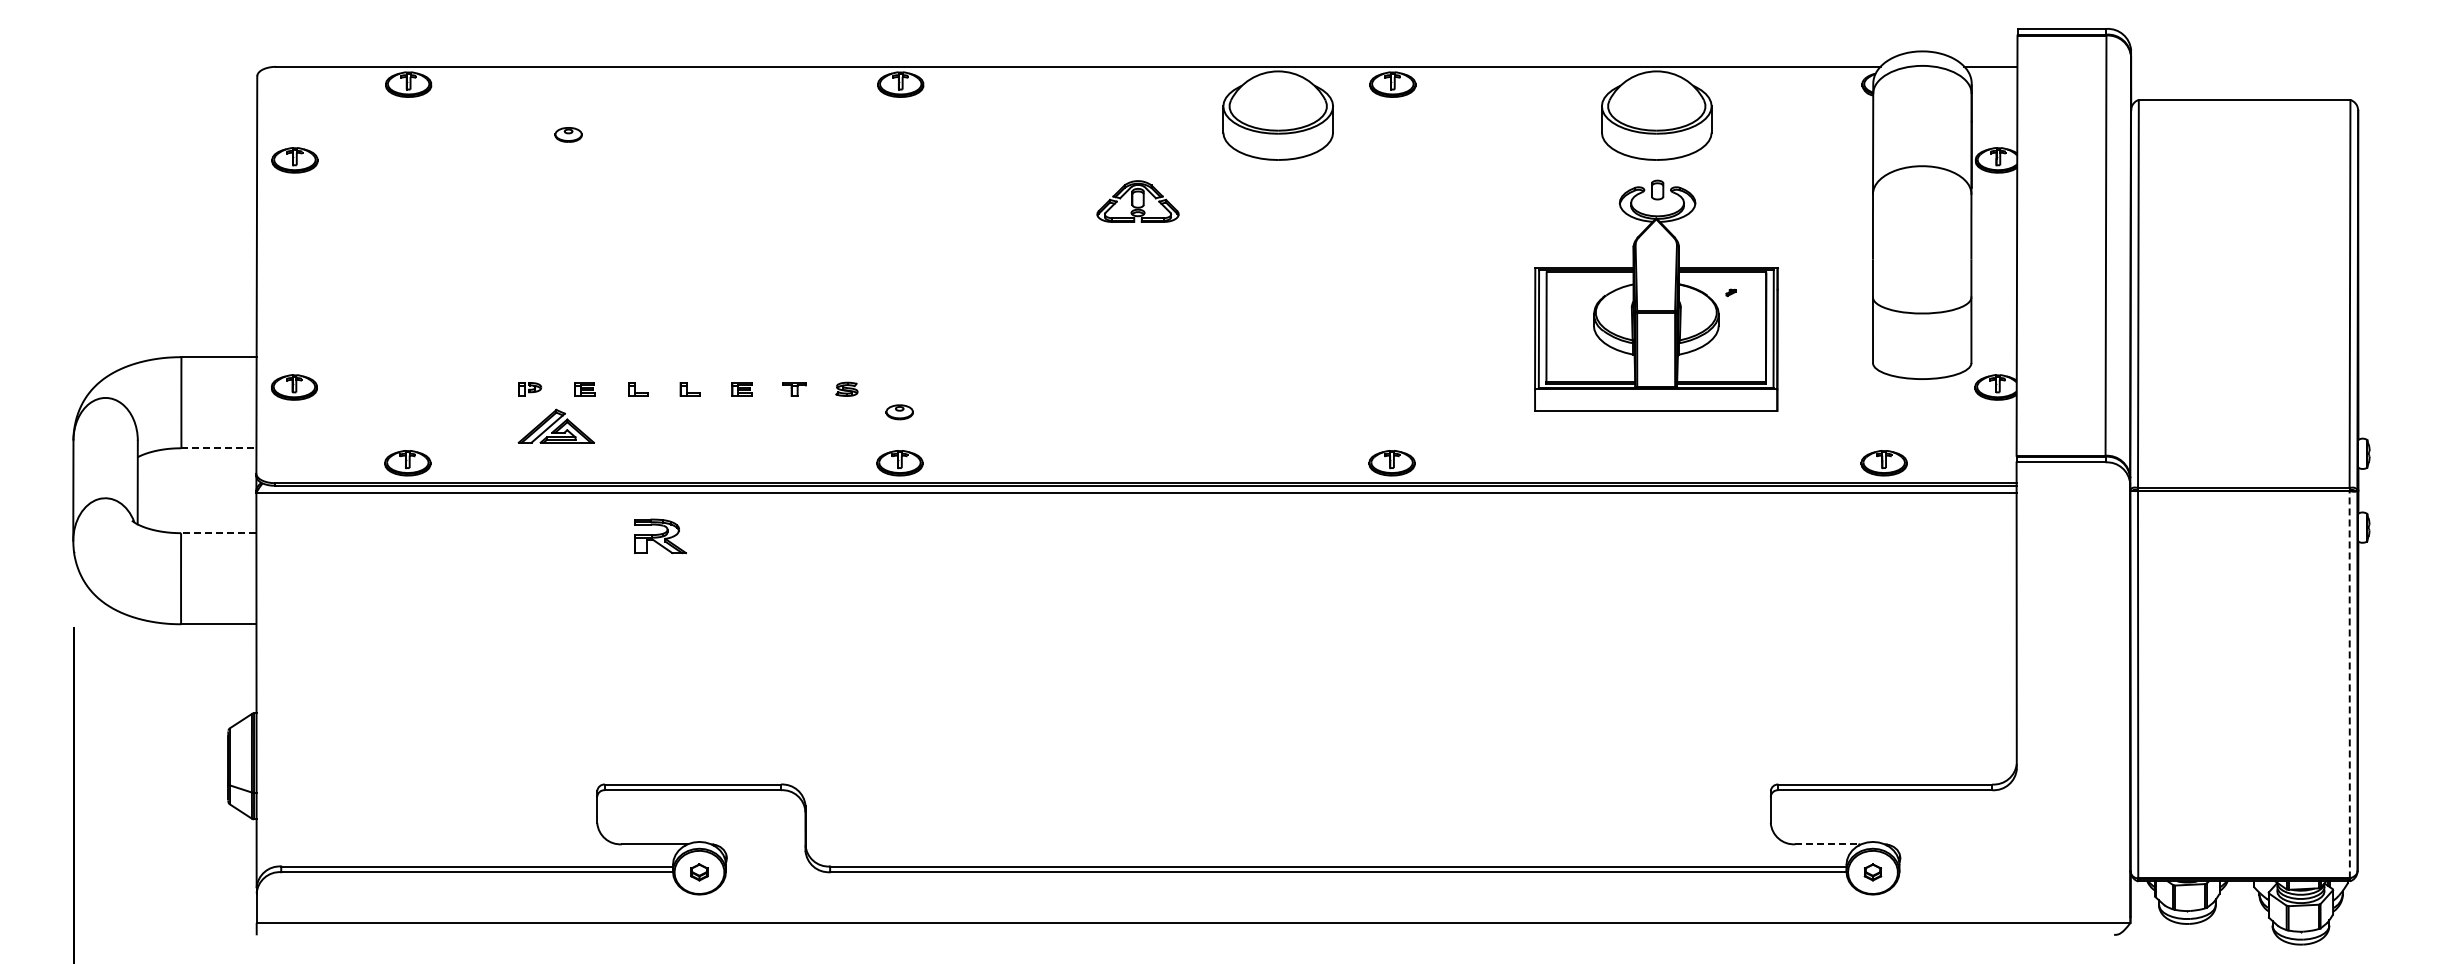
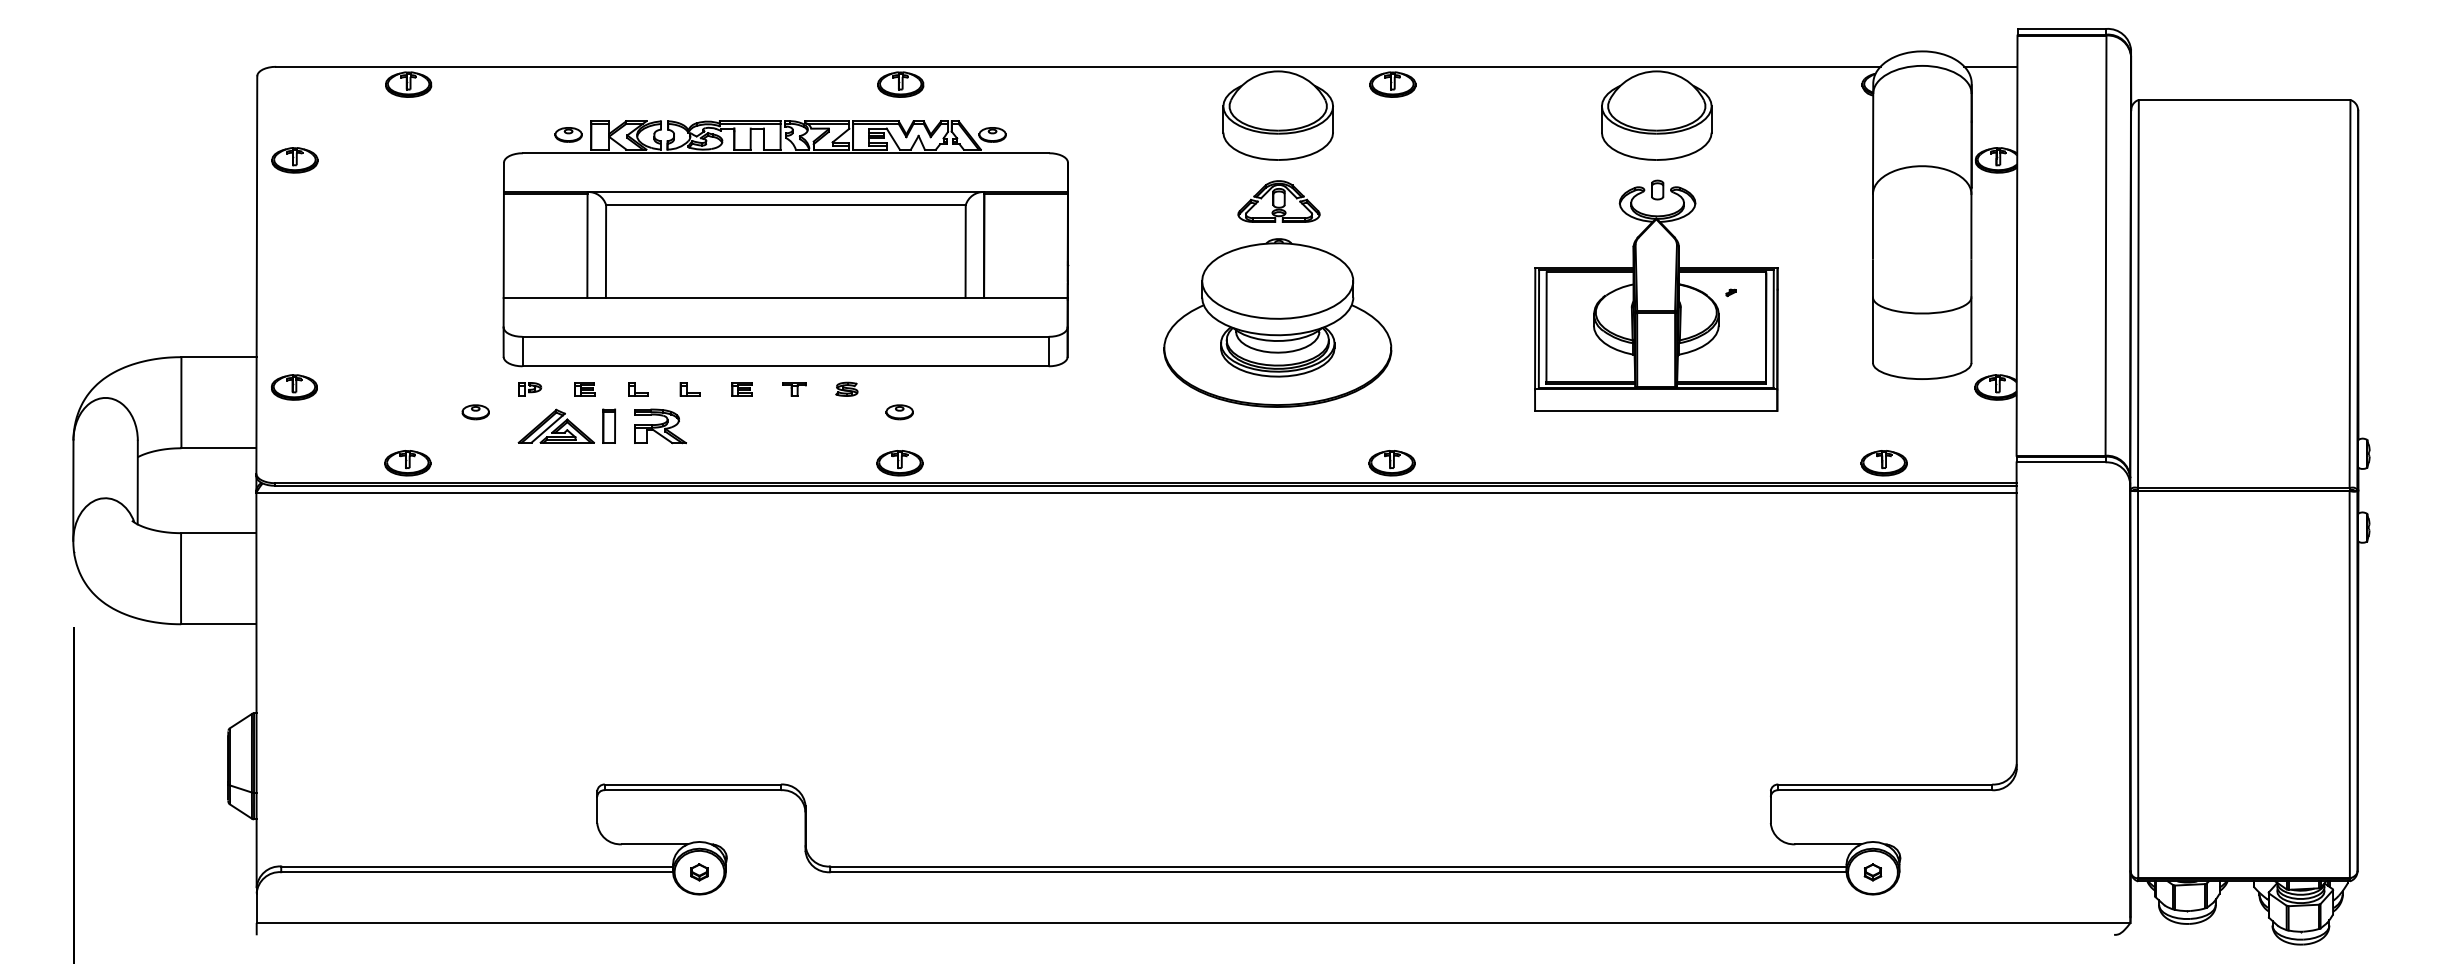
part at (1137, 201) position: (1137, 201) -> (1278, 201)
part at (785, 243): none -> present
part at (1277, 322): none -> present
part at (475, 412): none -> present
part at (608, 425): none -> present
line at (219, 448): dashed -> solid
line at (218, 533): dashed -> solid
part at (660, 536) position: (660, 536) -> (660, 426)
line at (2349, 684): dashed -> solid
line at (1828, 844): dashed -> solid
